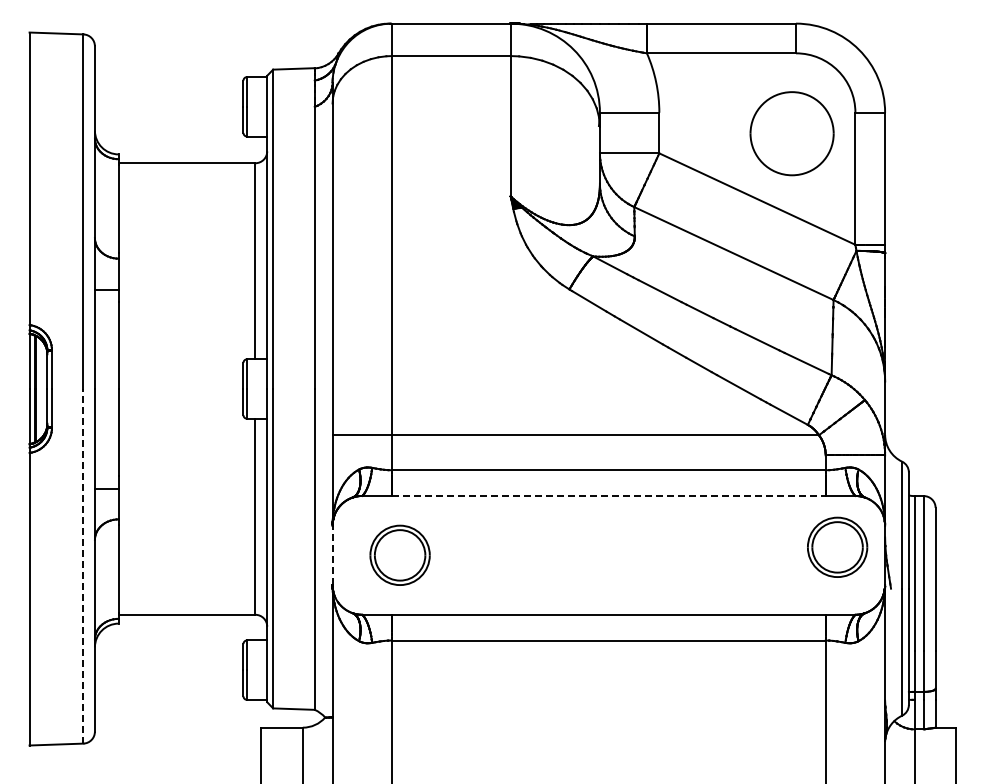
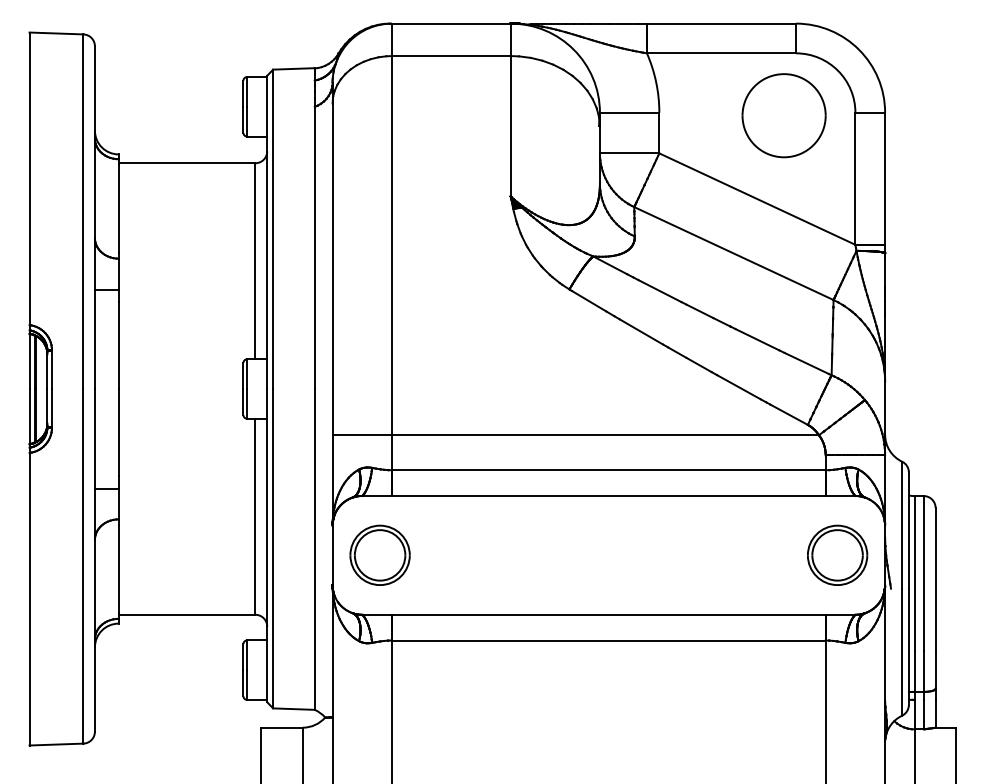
part at (791, 133) position: (791, 133) -> (783, 115)
line at (608, 495): dashed -> solid
part at (837, 546) position: (837, 546) -> (837, 554)
part at (399, 554) position: (399, 554) -> (379, 554)
line at (332, 555): dashed -> solid
line at (83, 565): dashed -> solid
